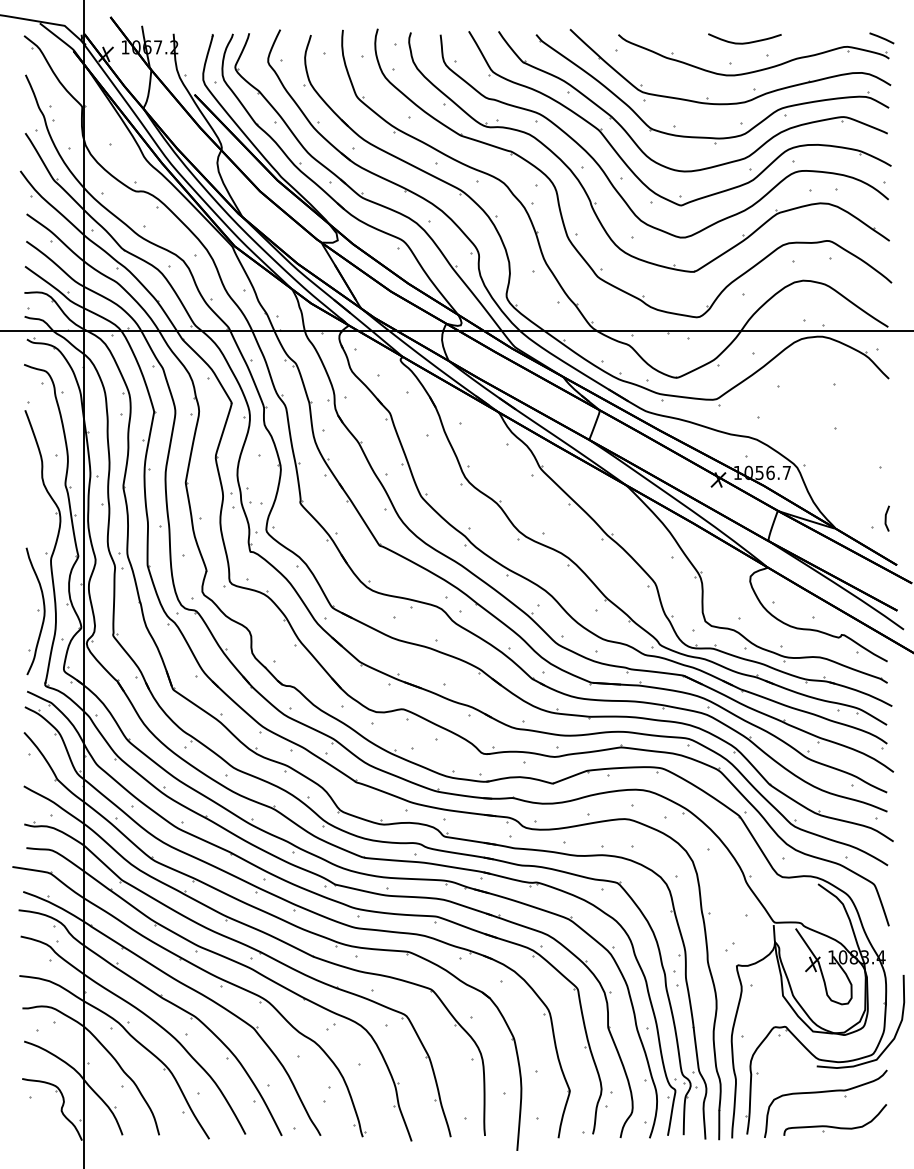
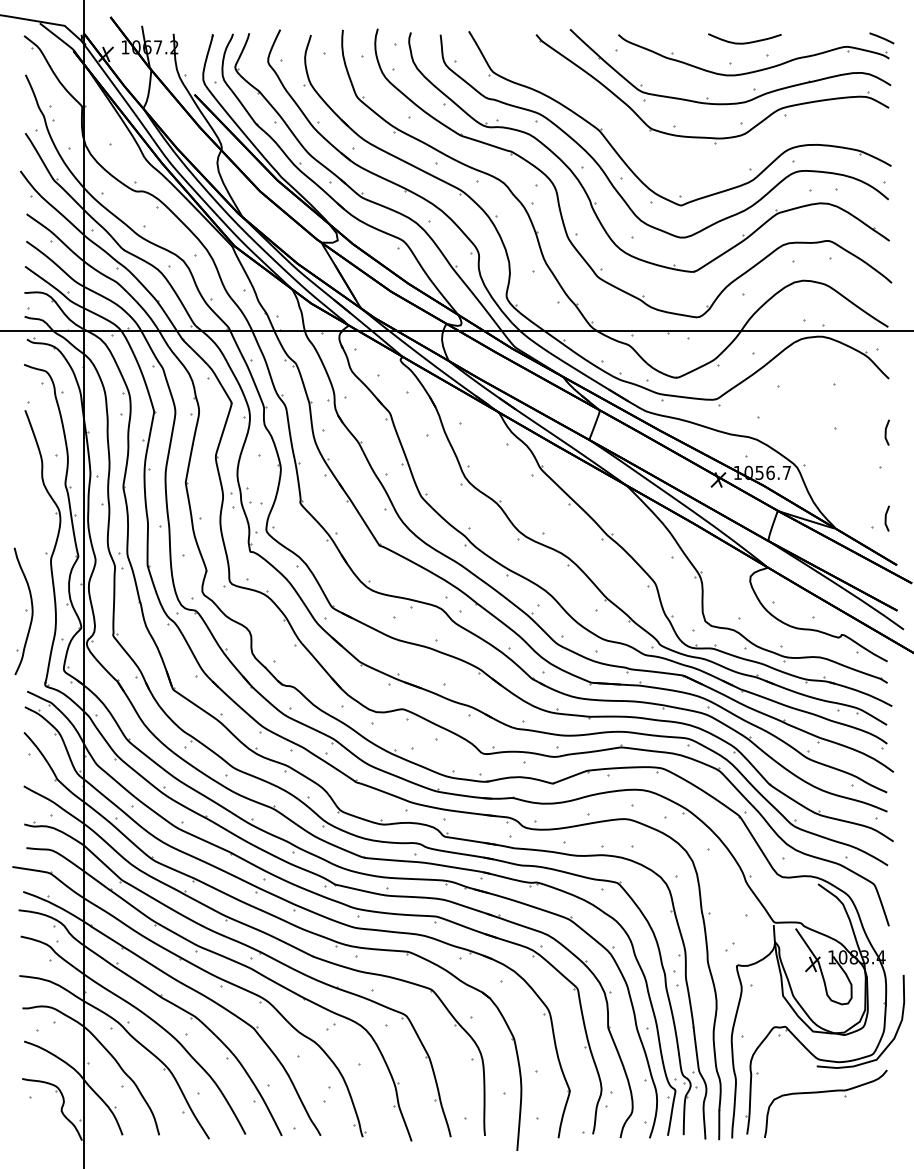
part at (705, 167): present -> none
line at (886, 432): none -> present
part at (35, 611) position: (35, 611) -> (23, 611)
part at (834, 1126): present -> none
